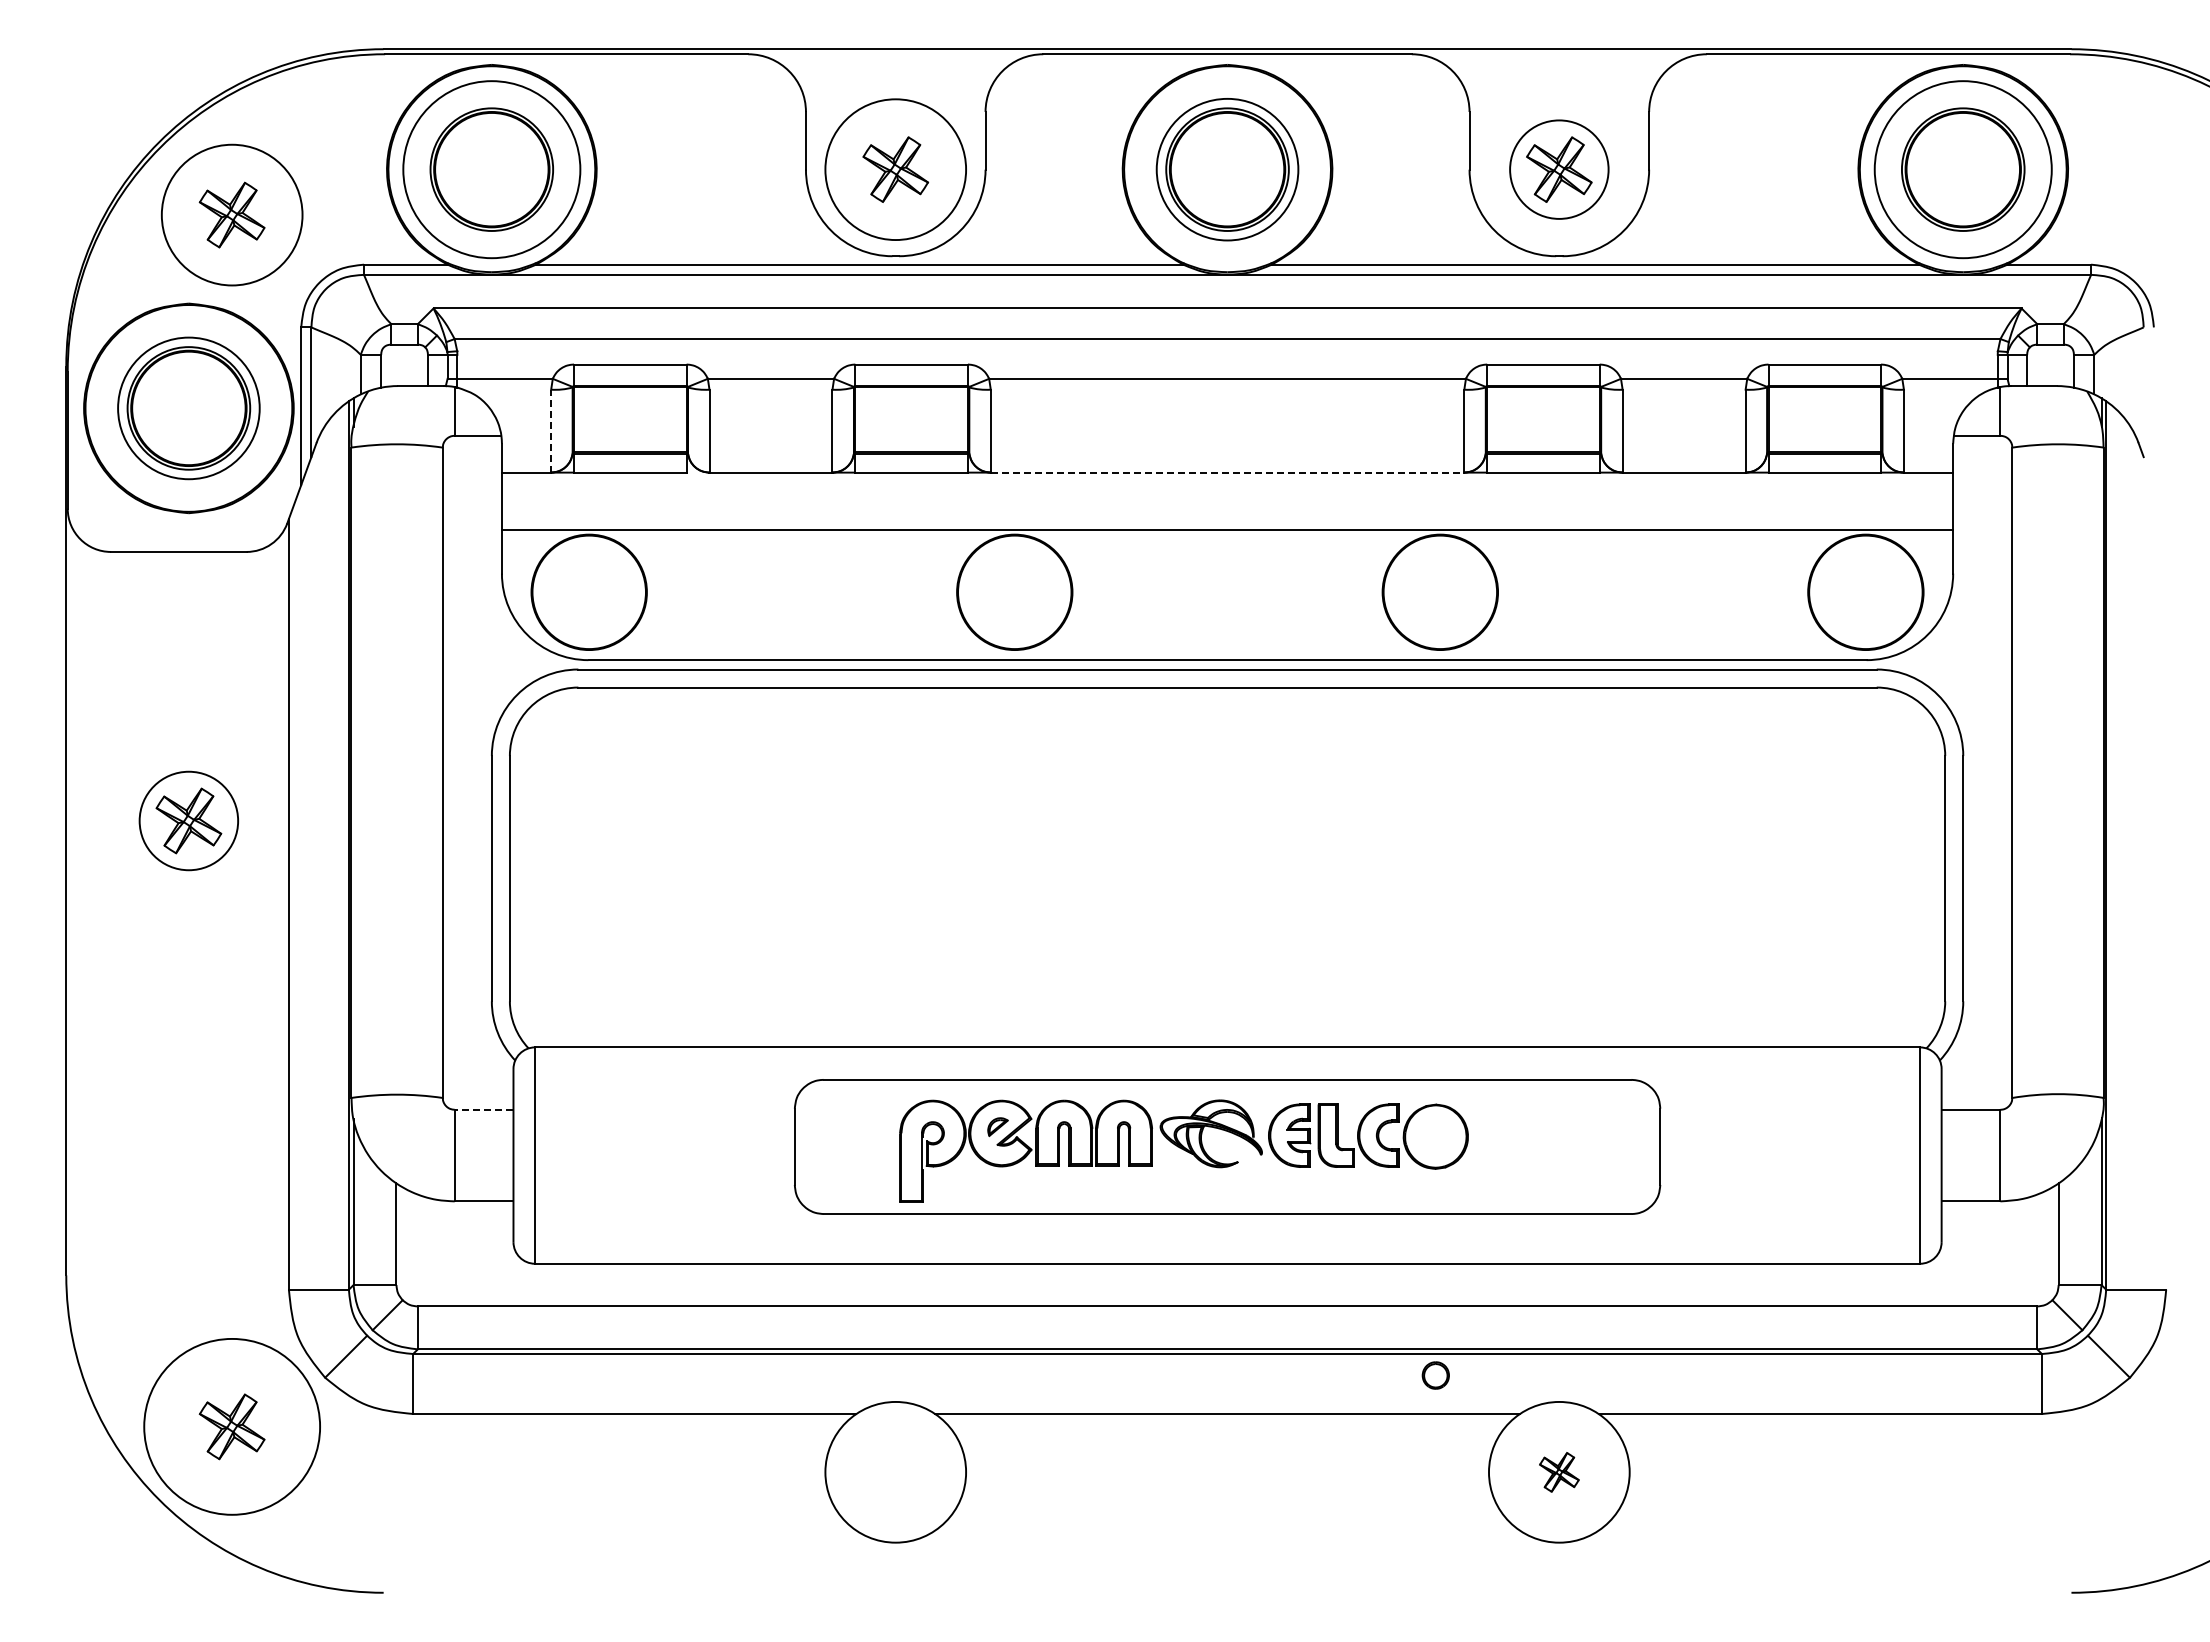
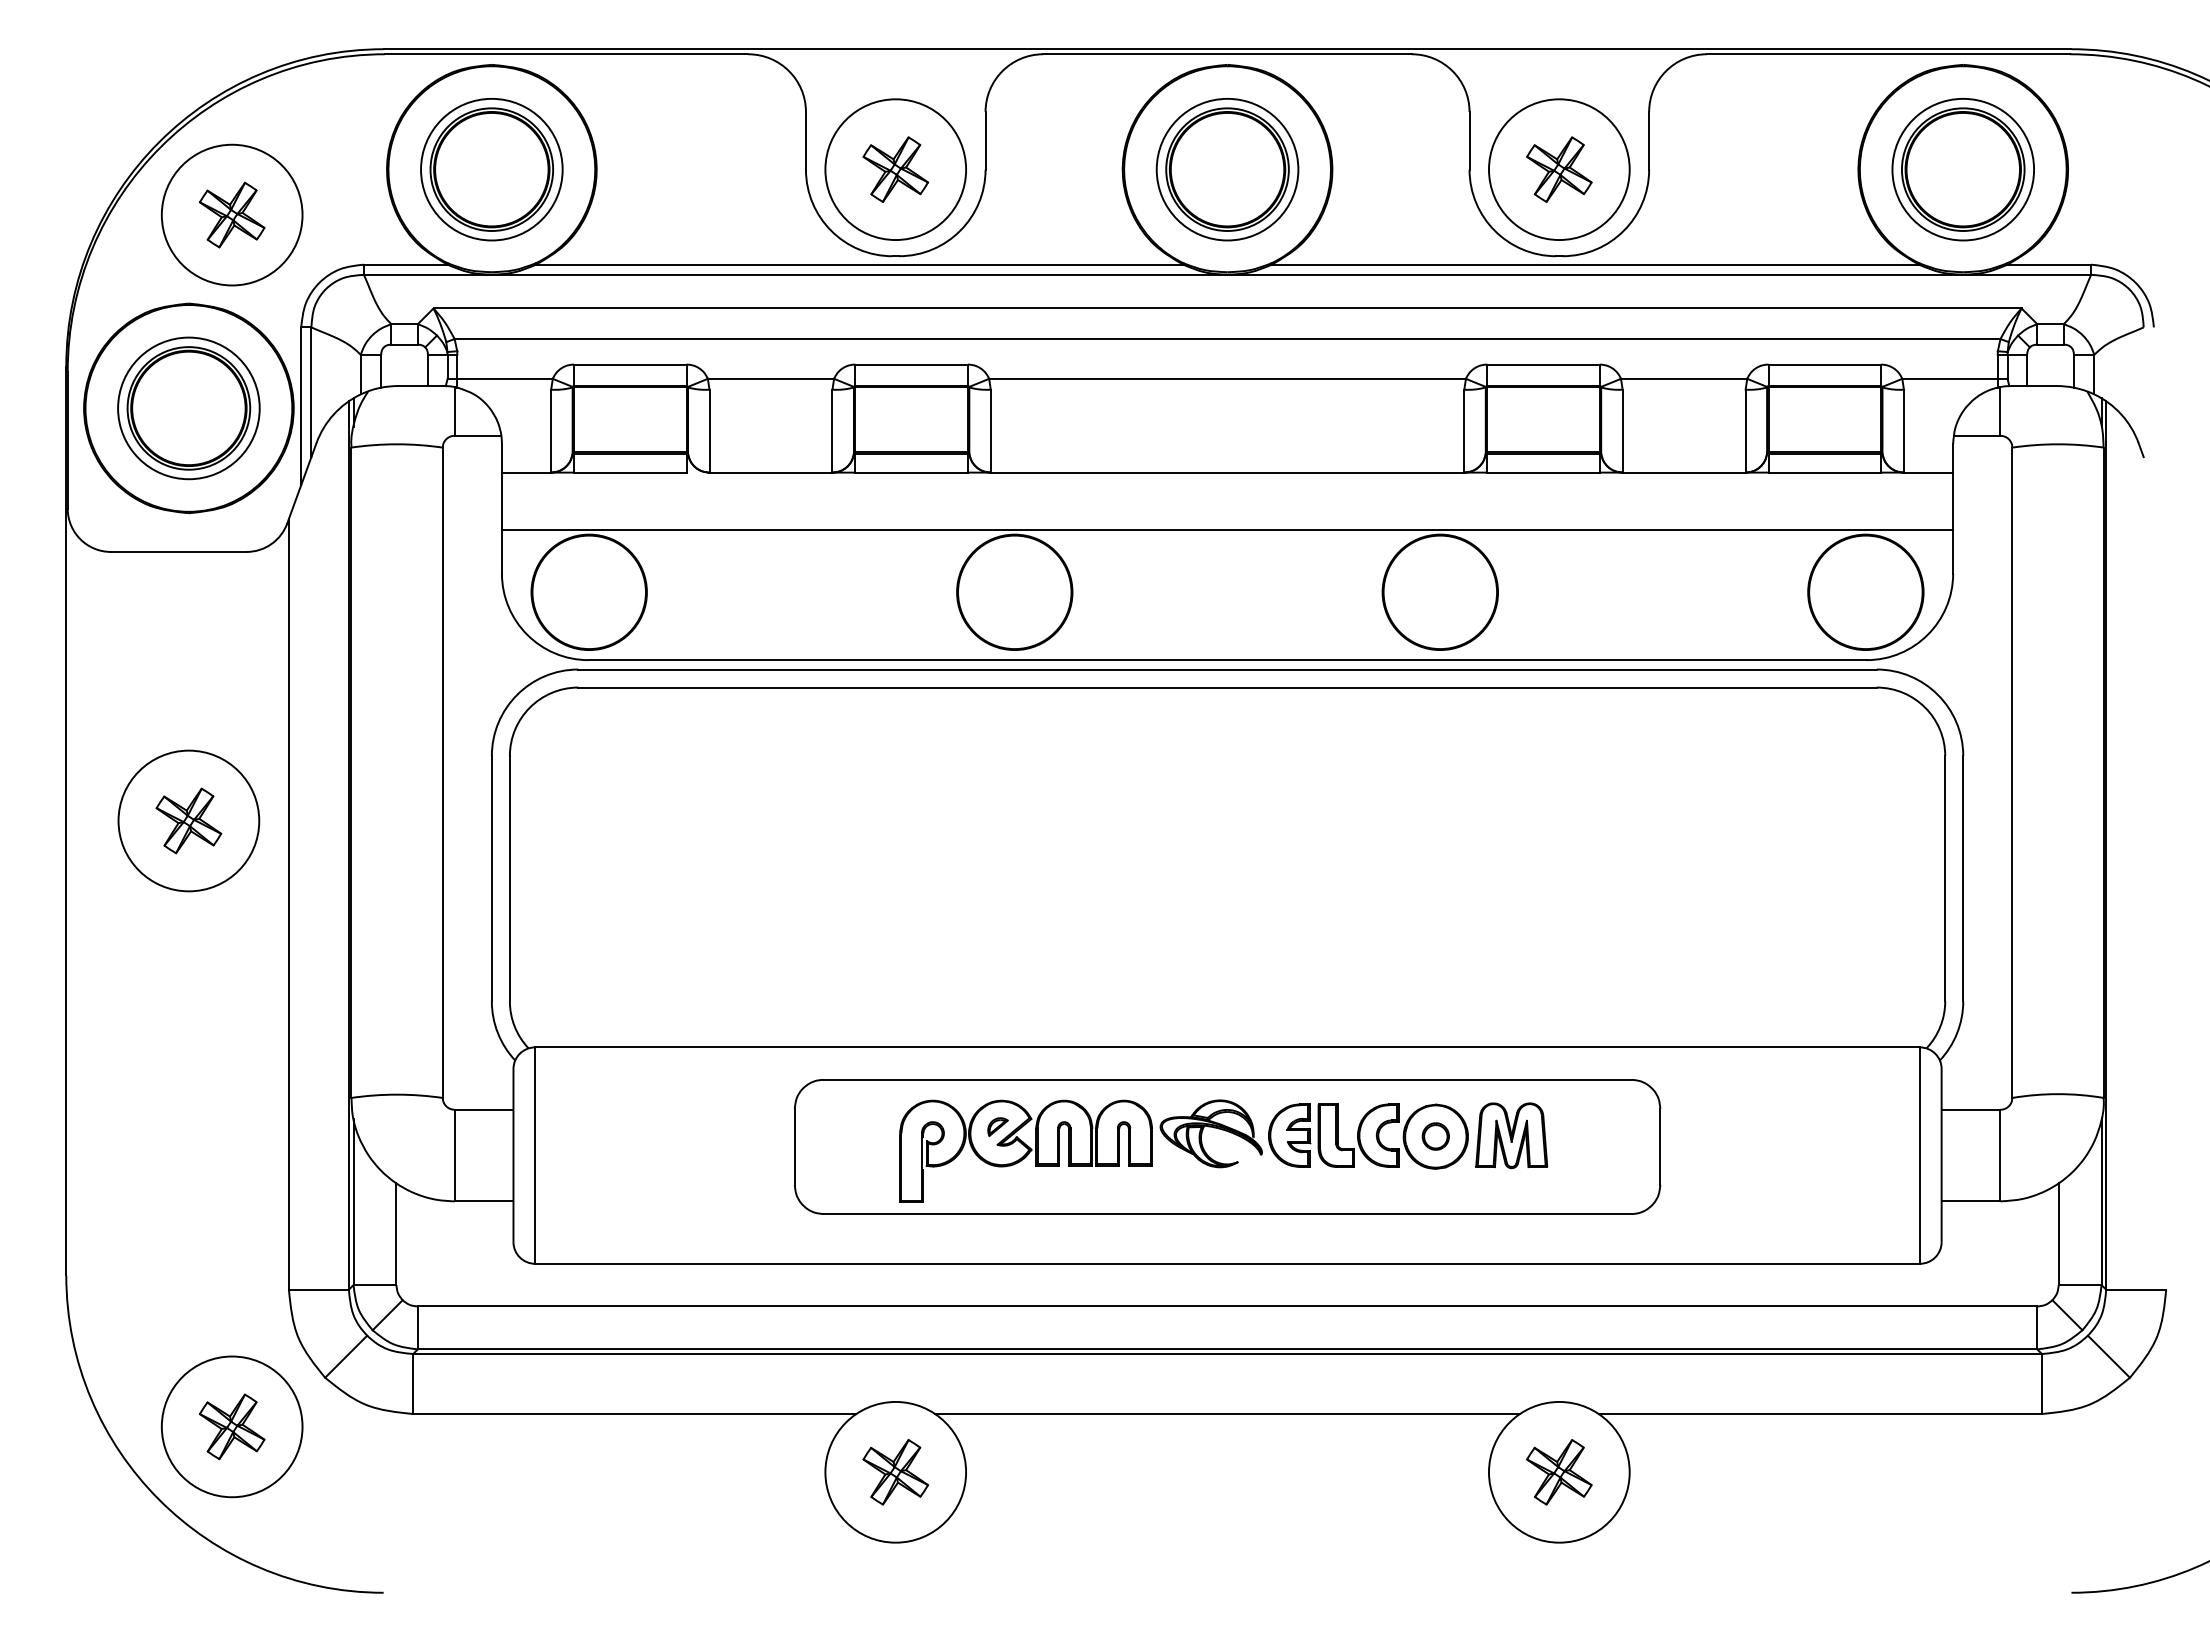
circle at (491, 169) diameter: 177 px -> 142 px
circle at (1559, 169) diameter: 98 px -> 141 px
circle at (1962, 169) diameter: 177 px -> 142 px
line at (551, 430): dashed -> solid
line at (1227, 472): dashed -> solid
circle at (188, 820) diameter: 98 px -> 141 px
line at (483, 1109): dashed -> solid
part at (1511, 1135): none -> present
part at (1435, 1375) position: (1435, 1375) -> (1435, 1136)
circle at (232, 1426) diameter: 176 px -> 141 px
part at (895, 1472): none -> present
part at (1559, 1472) size: 41x41 px -> 67x67 px
